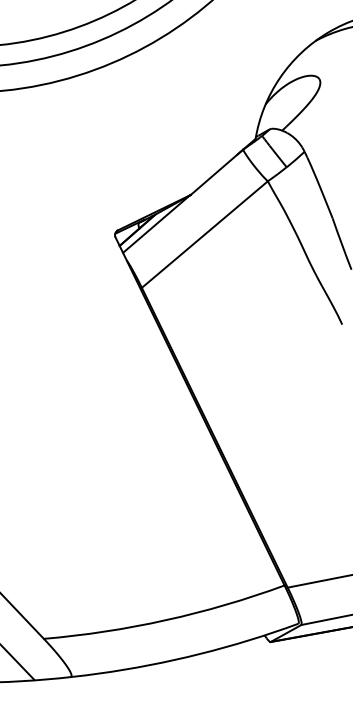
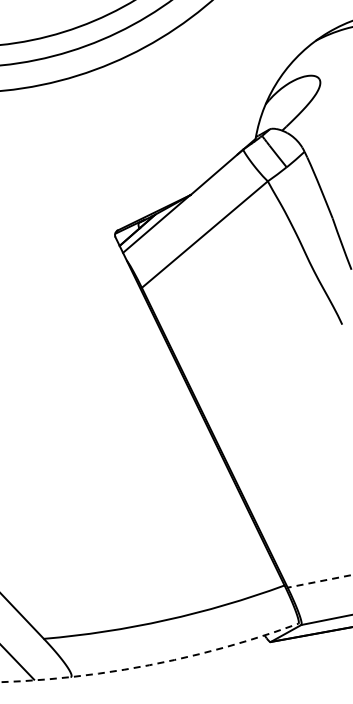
line at (319, 581): solid -> dashed
arc at (151, 664): solid -> dashed
